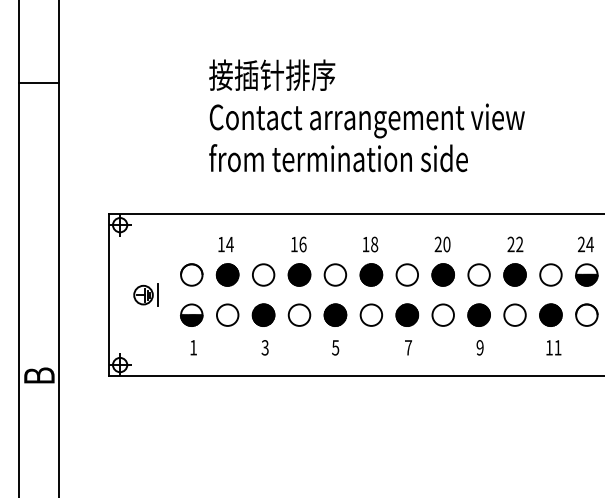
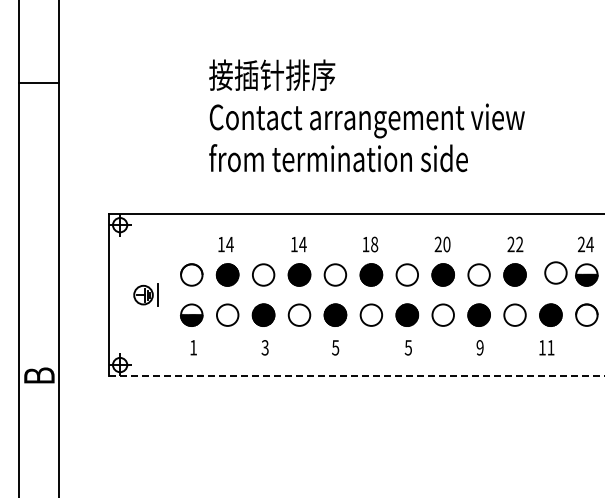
text at (302, 244): 16 -> 14
circle at (550, 274) position: (550, 274) -> (555, 272)
text at (408, 347): 7 -> 5
text at (553, 347) position: (553, 347) -> (546, 347)
line at (357, 375): solid -> dashed
